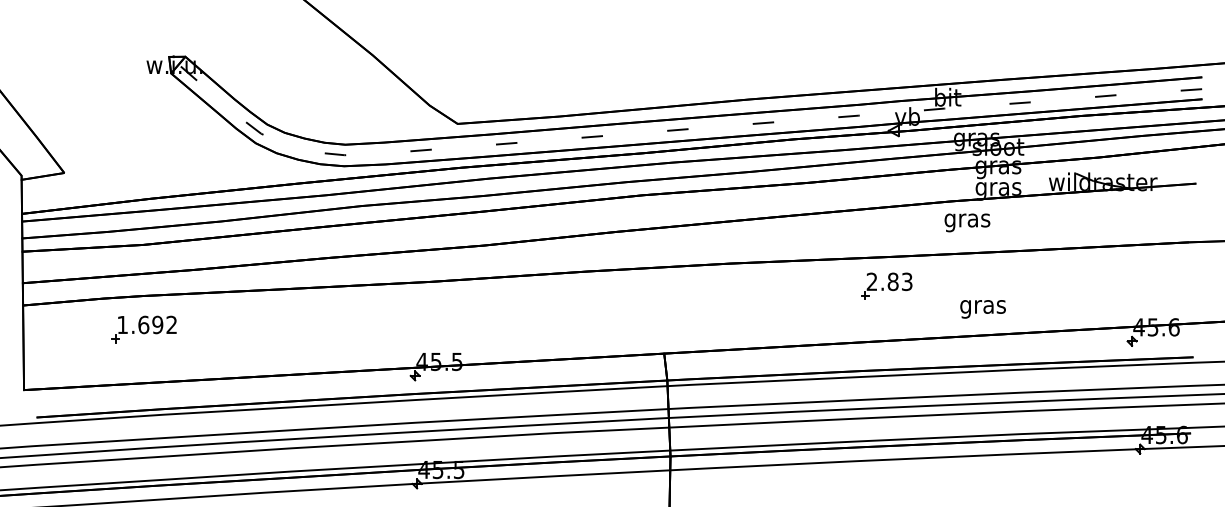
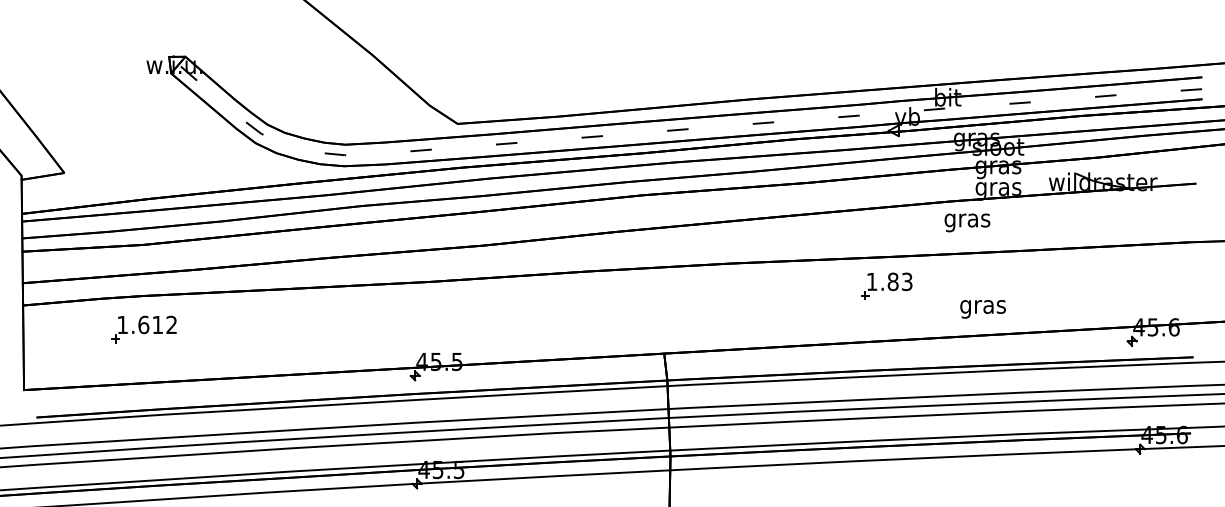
text at (871, 281): 2.83 -> 1.83
text at (157, 324): 1.692 -> 1.612
